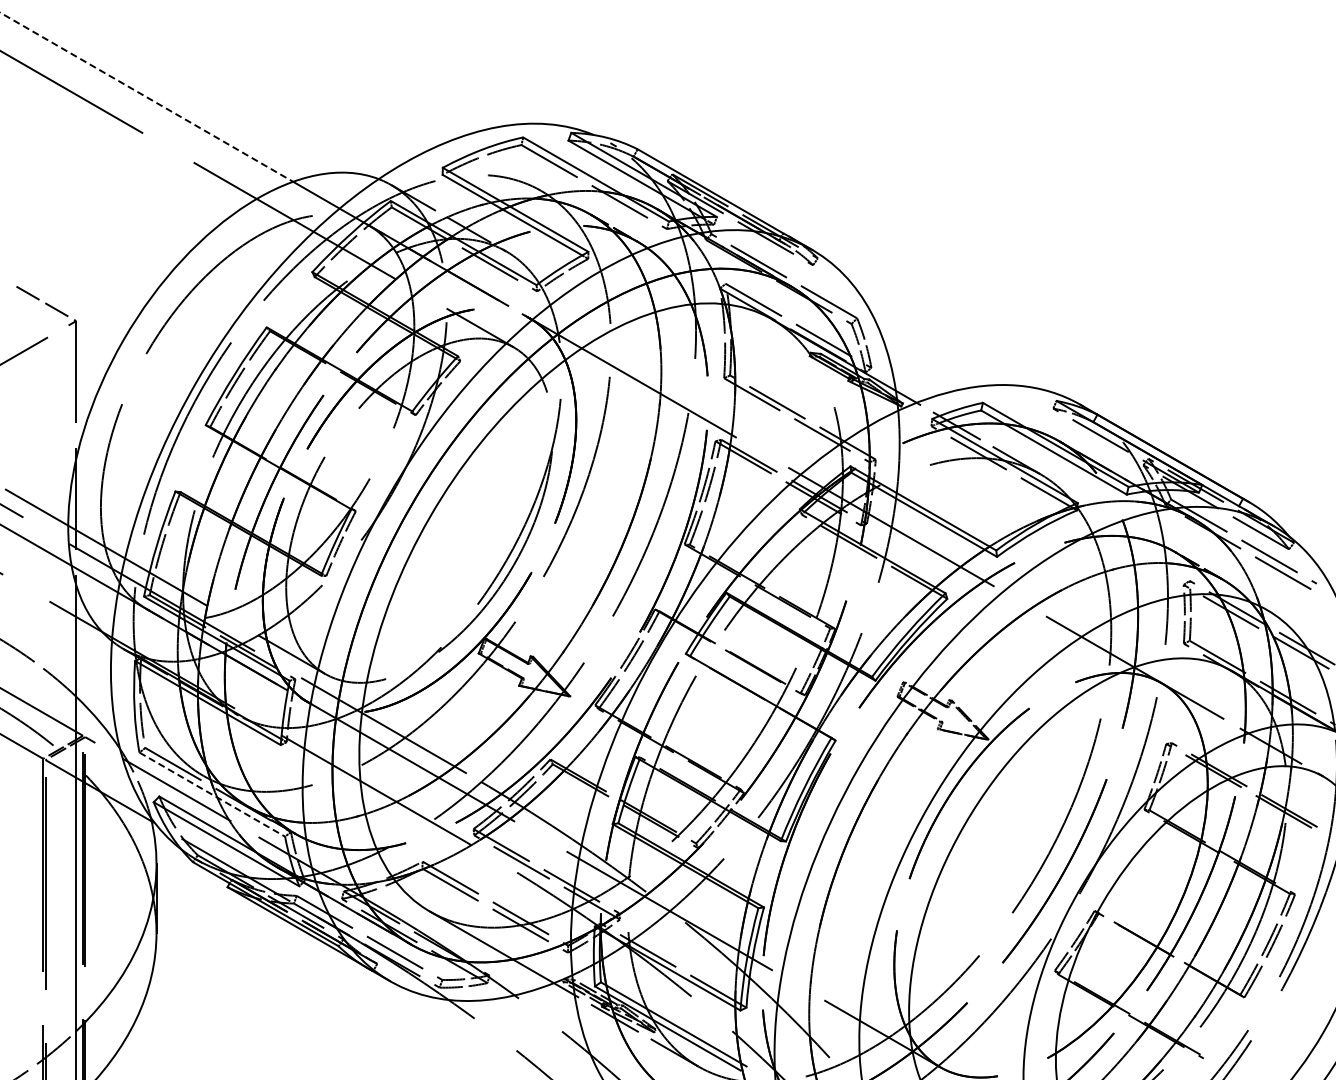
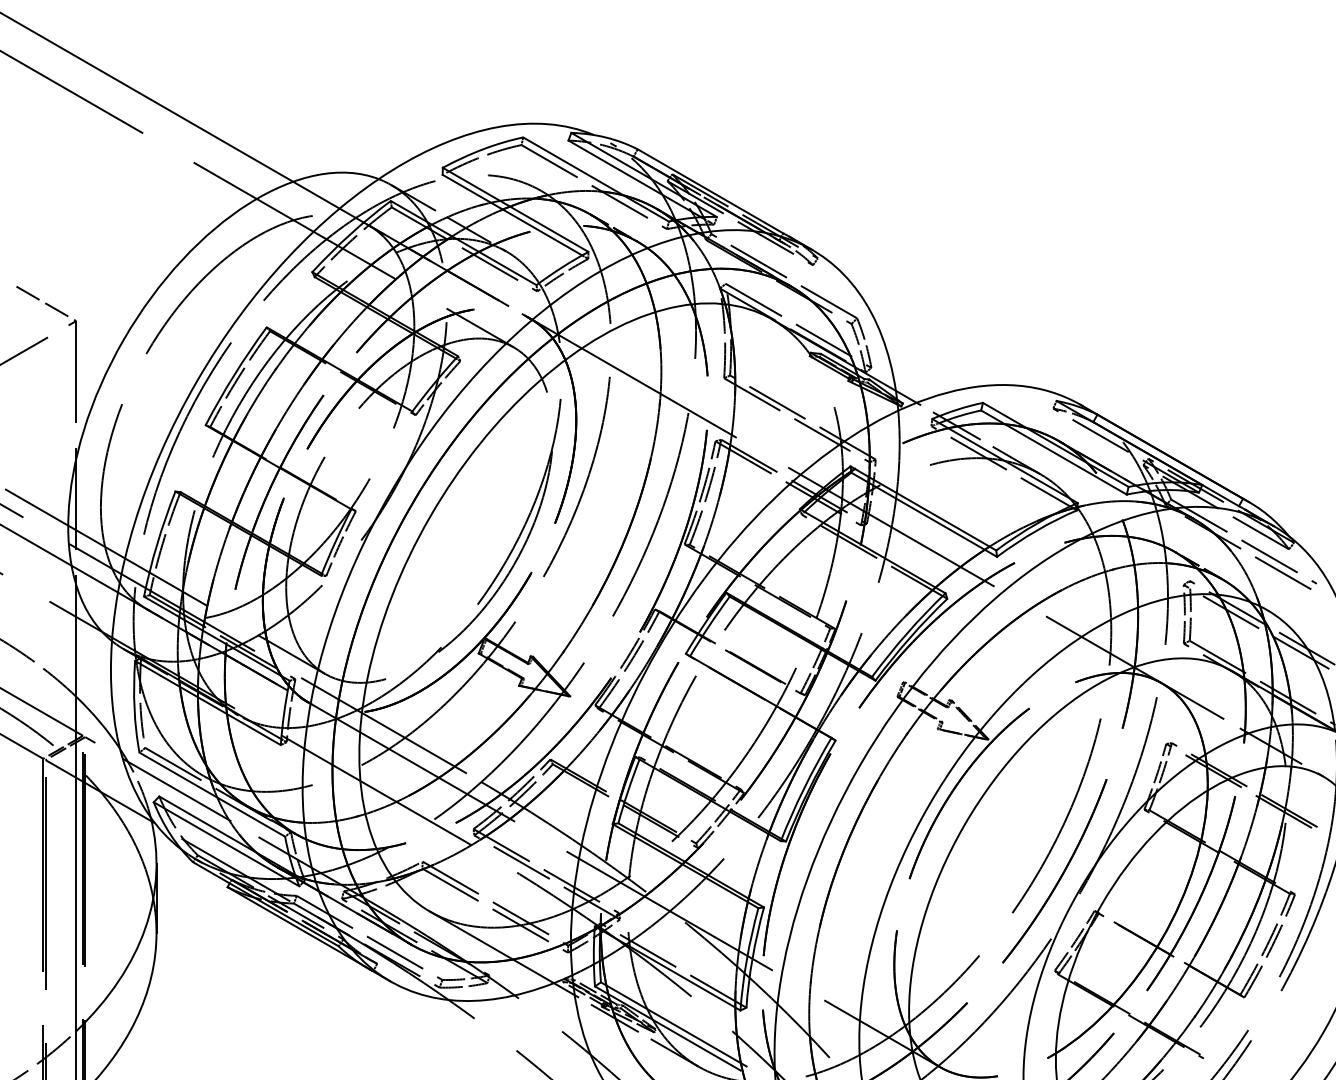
line at (146, 97): dashed -> solid
line at (212, 794): dashed -> solid
